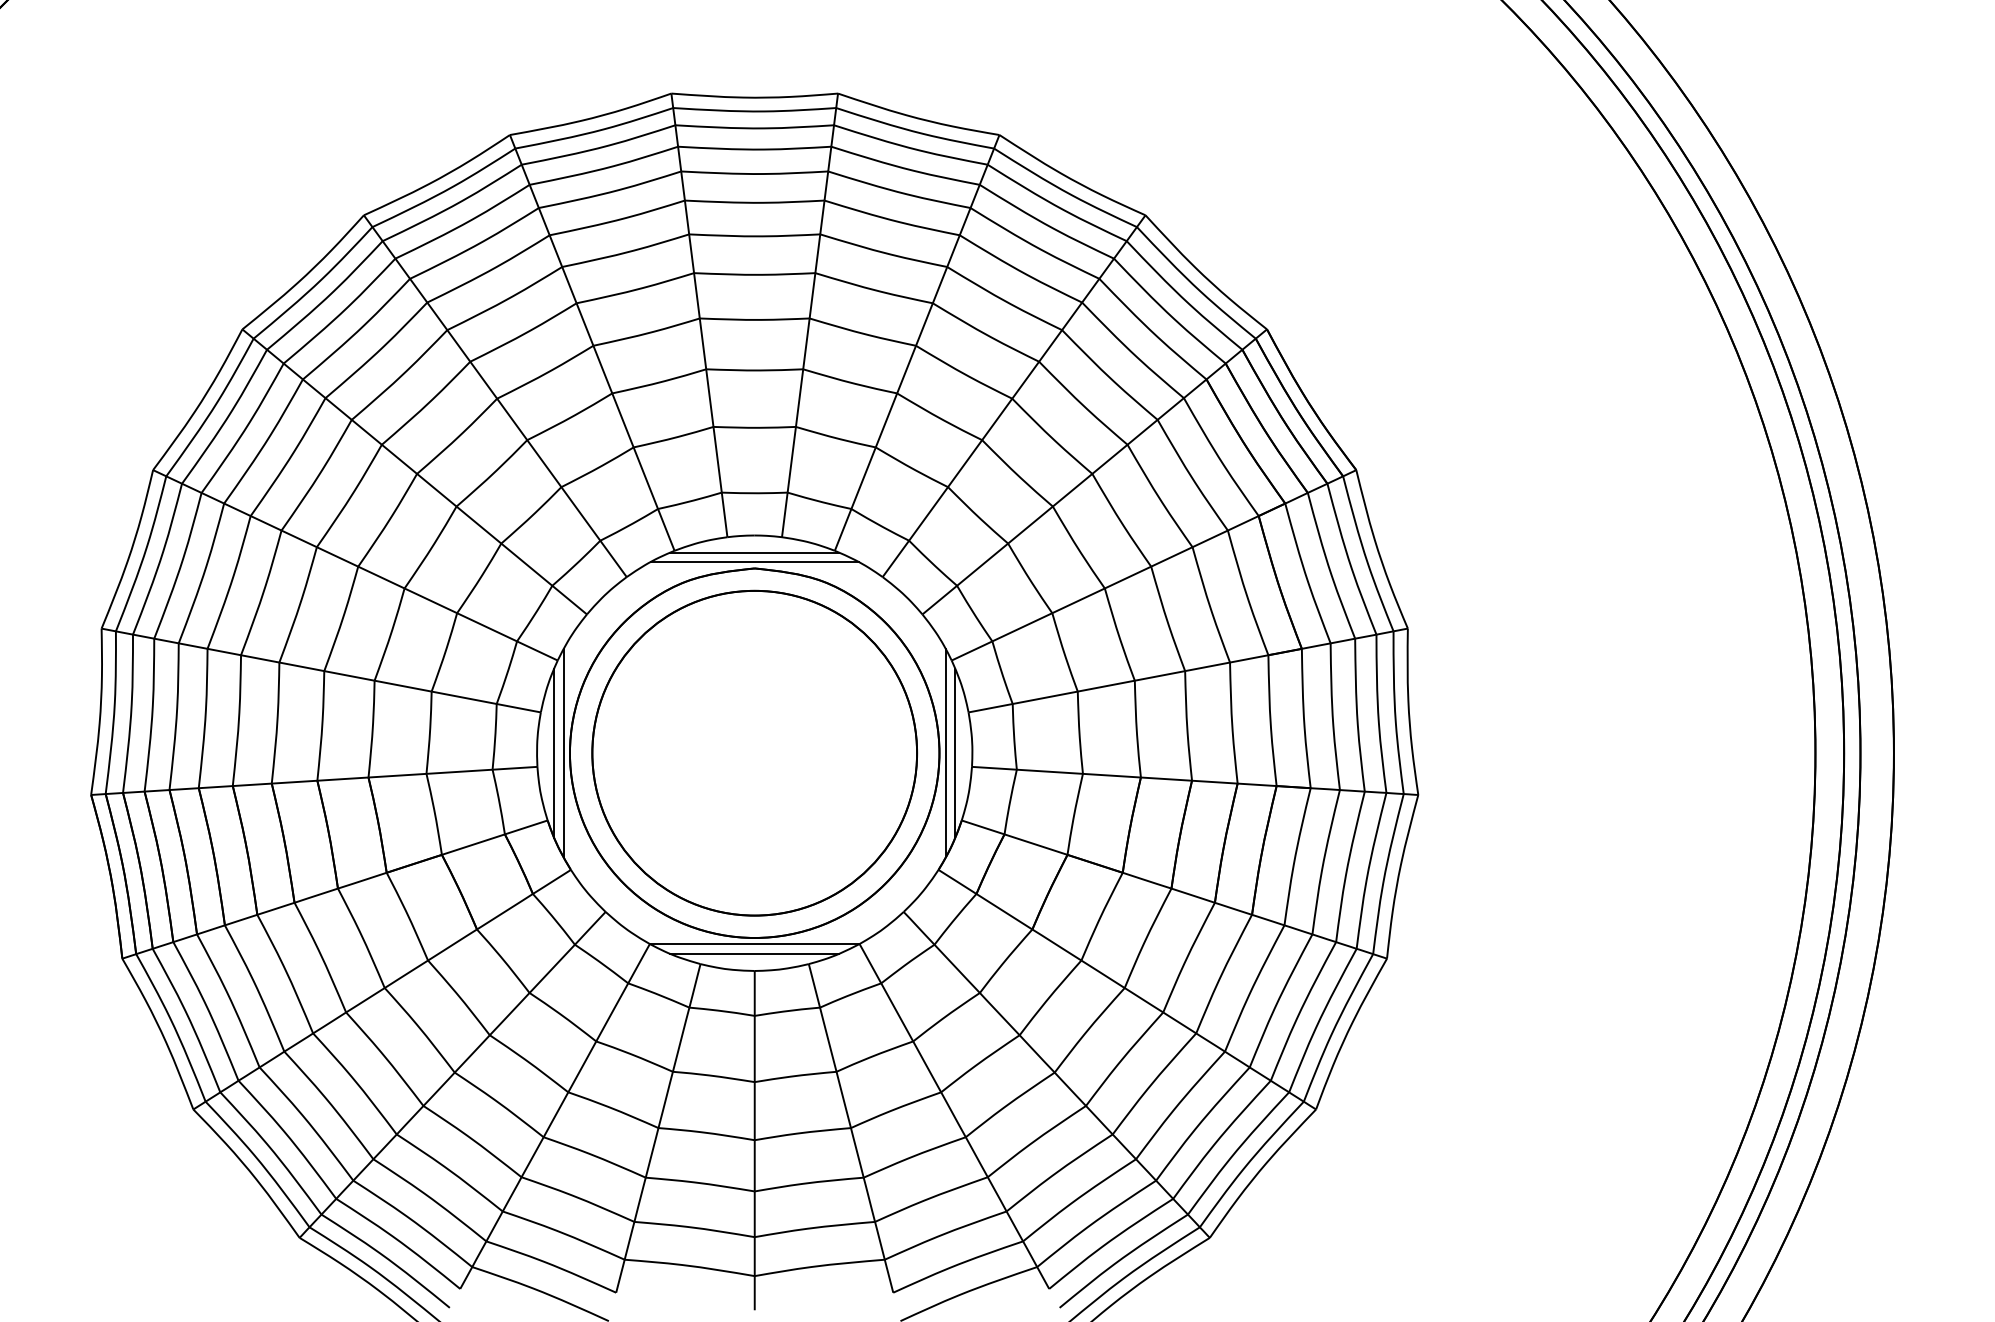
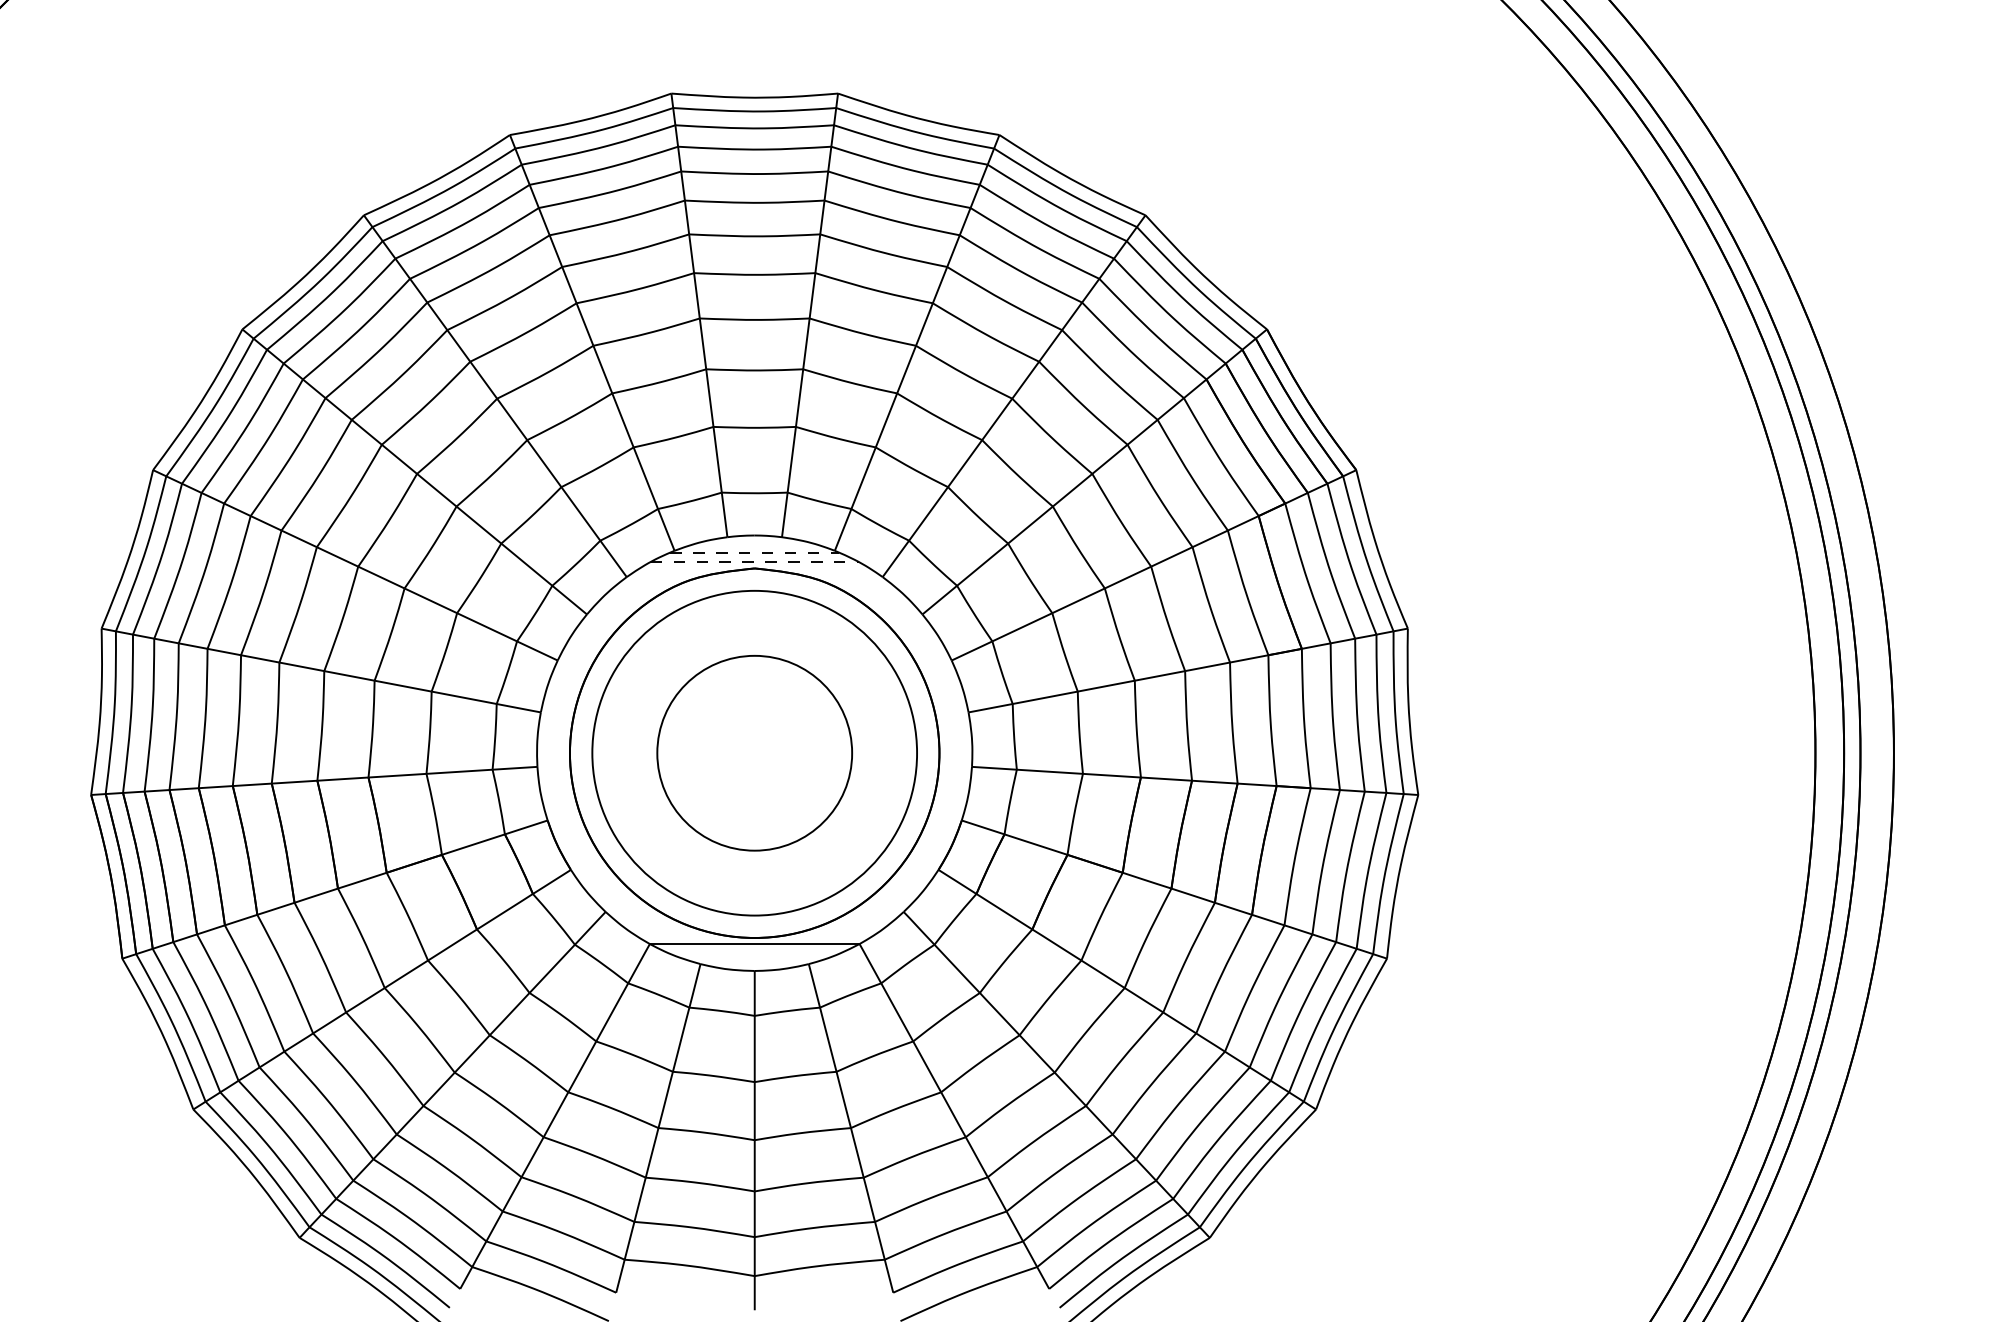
line at (755, 552): solid -> dashed
line at (755, 562): solid -> dashed
line at (554, 752): present -> none
circle at (754, 752) diameter: 325 px -> 195 px
line at (563, 753): present -> none
line at (945, 753): present -> none
line at (955, 753): present -> none
line at (754, 953): present -> none
